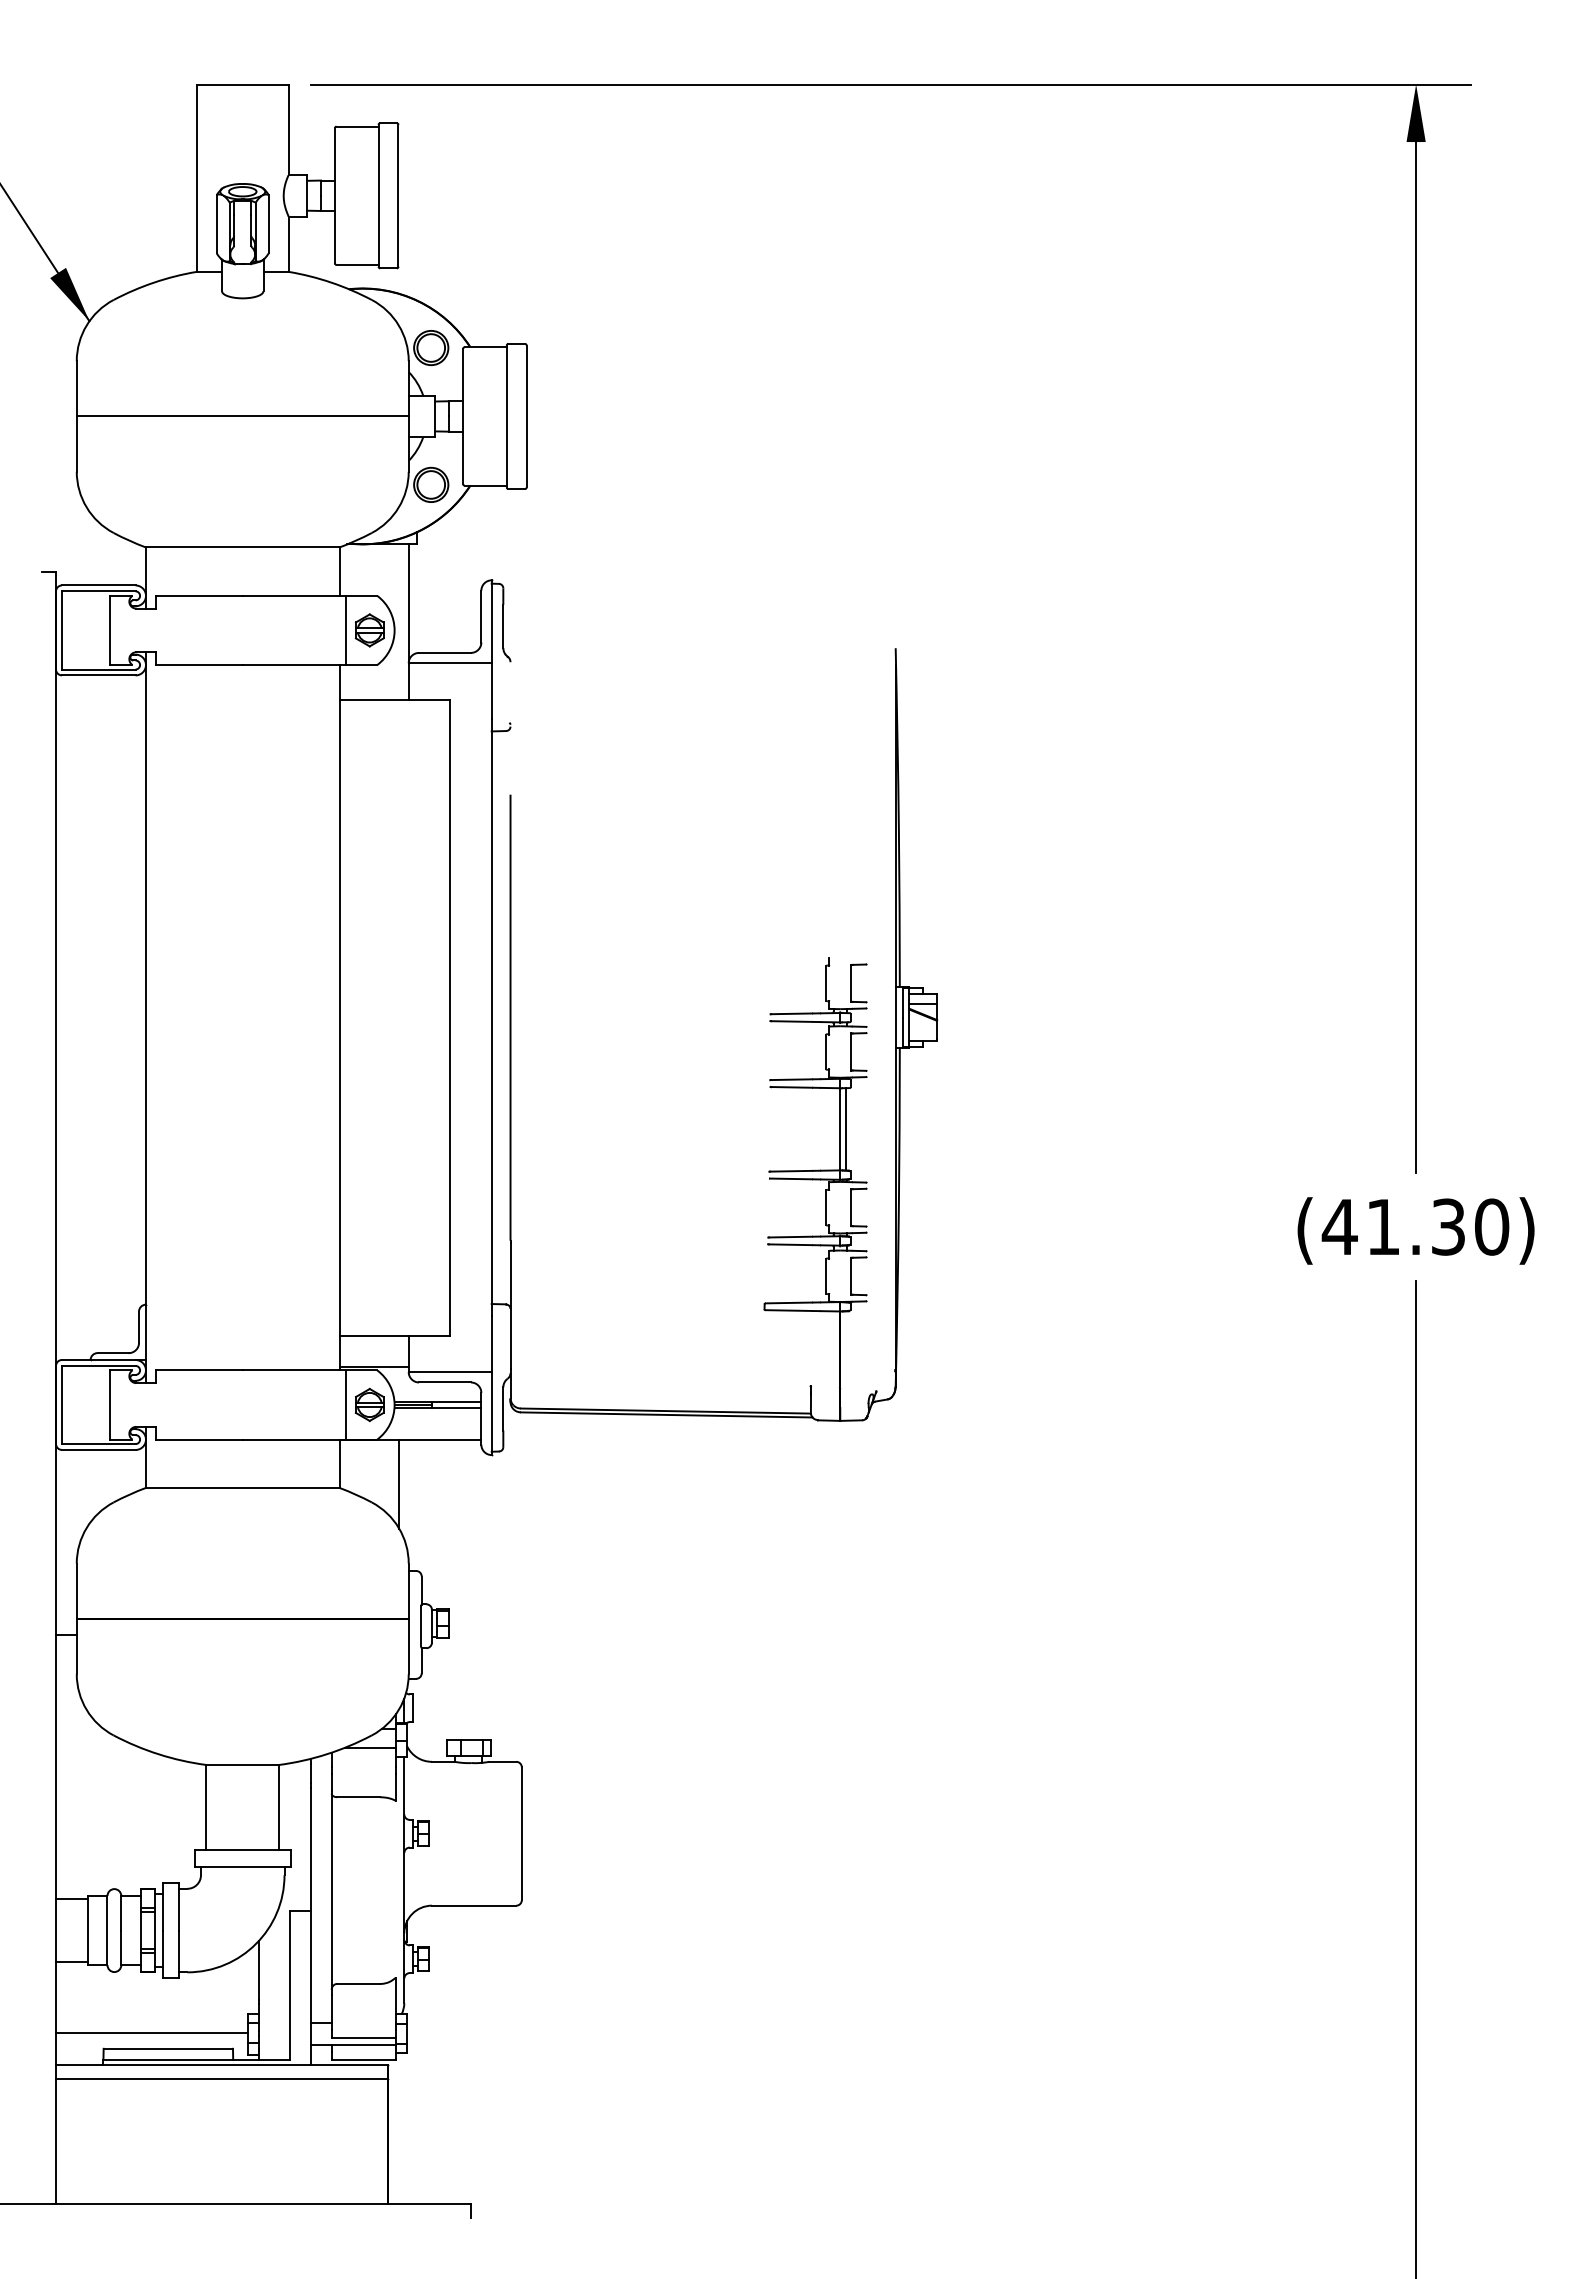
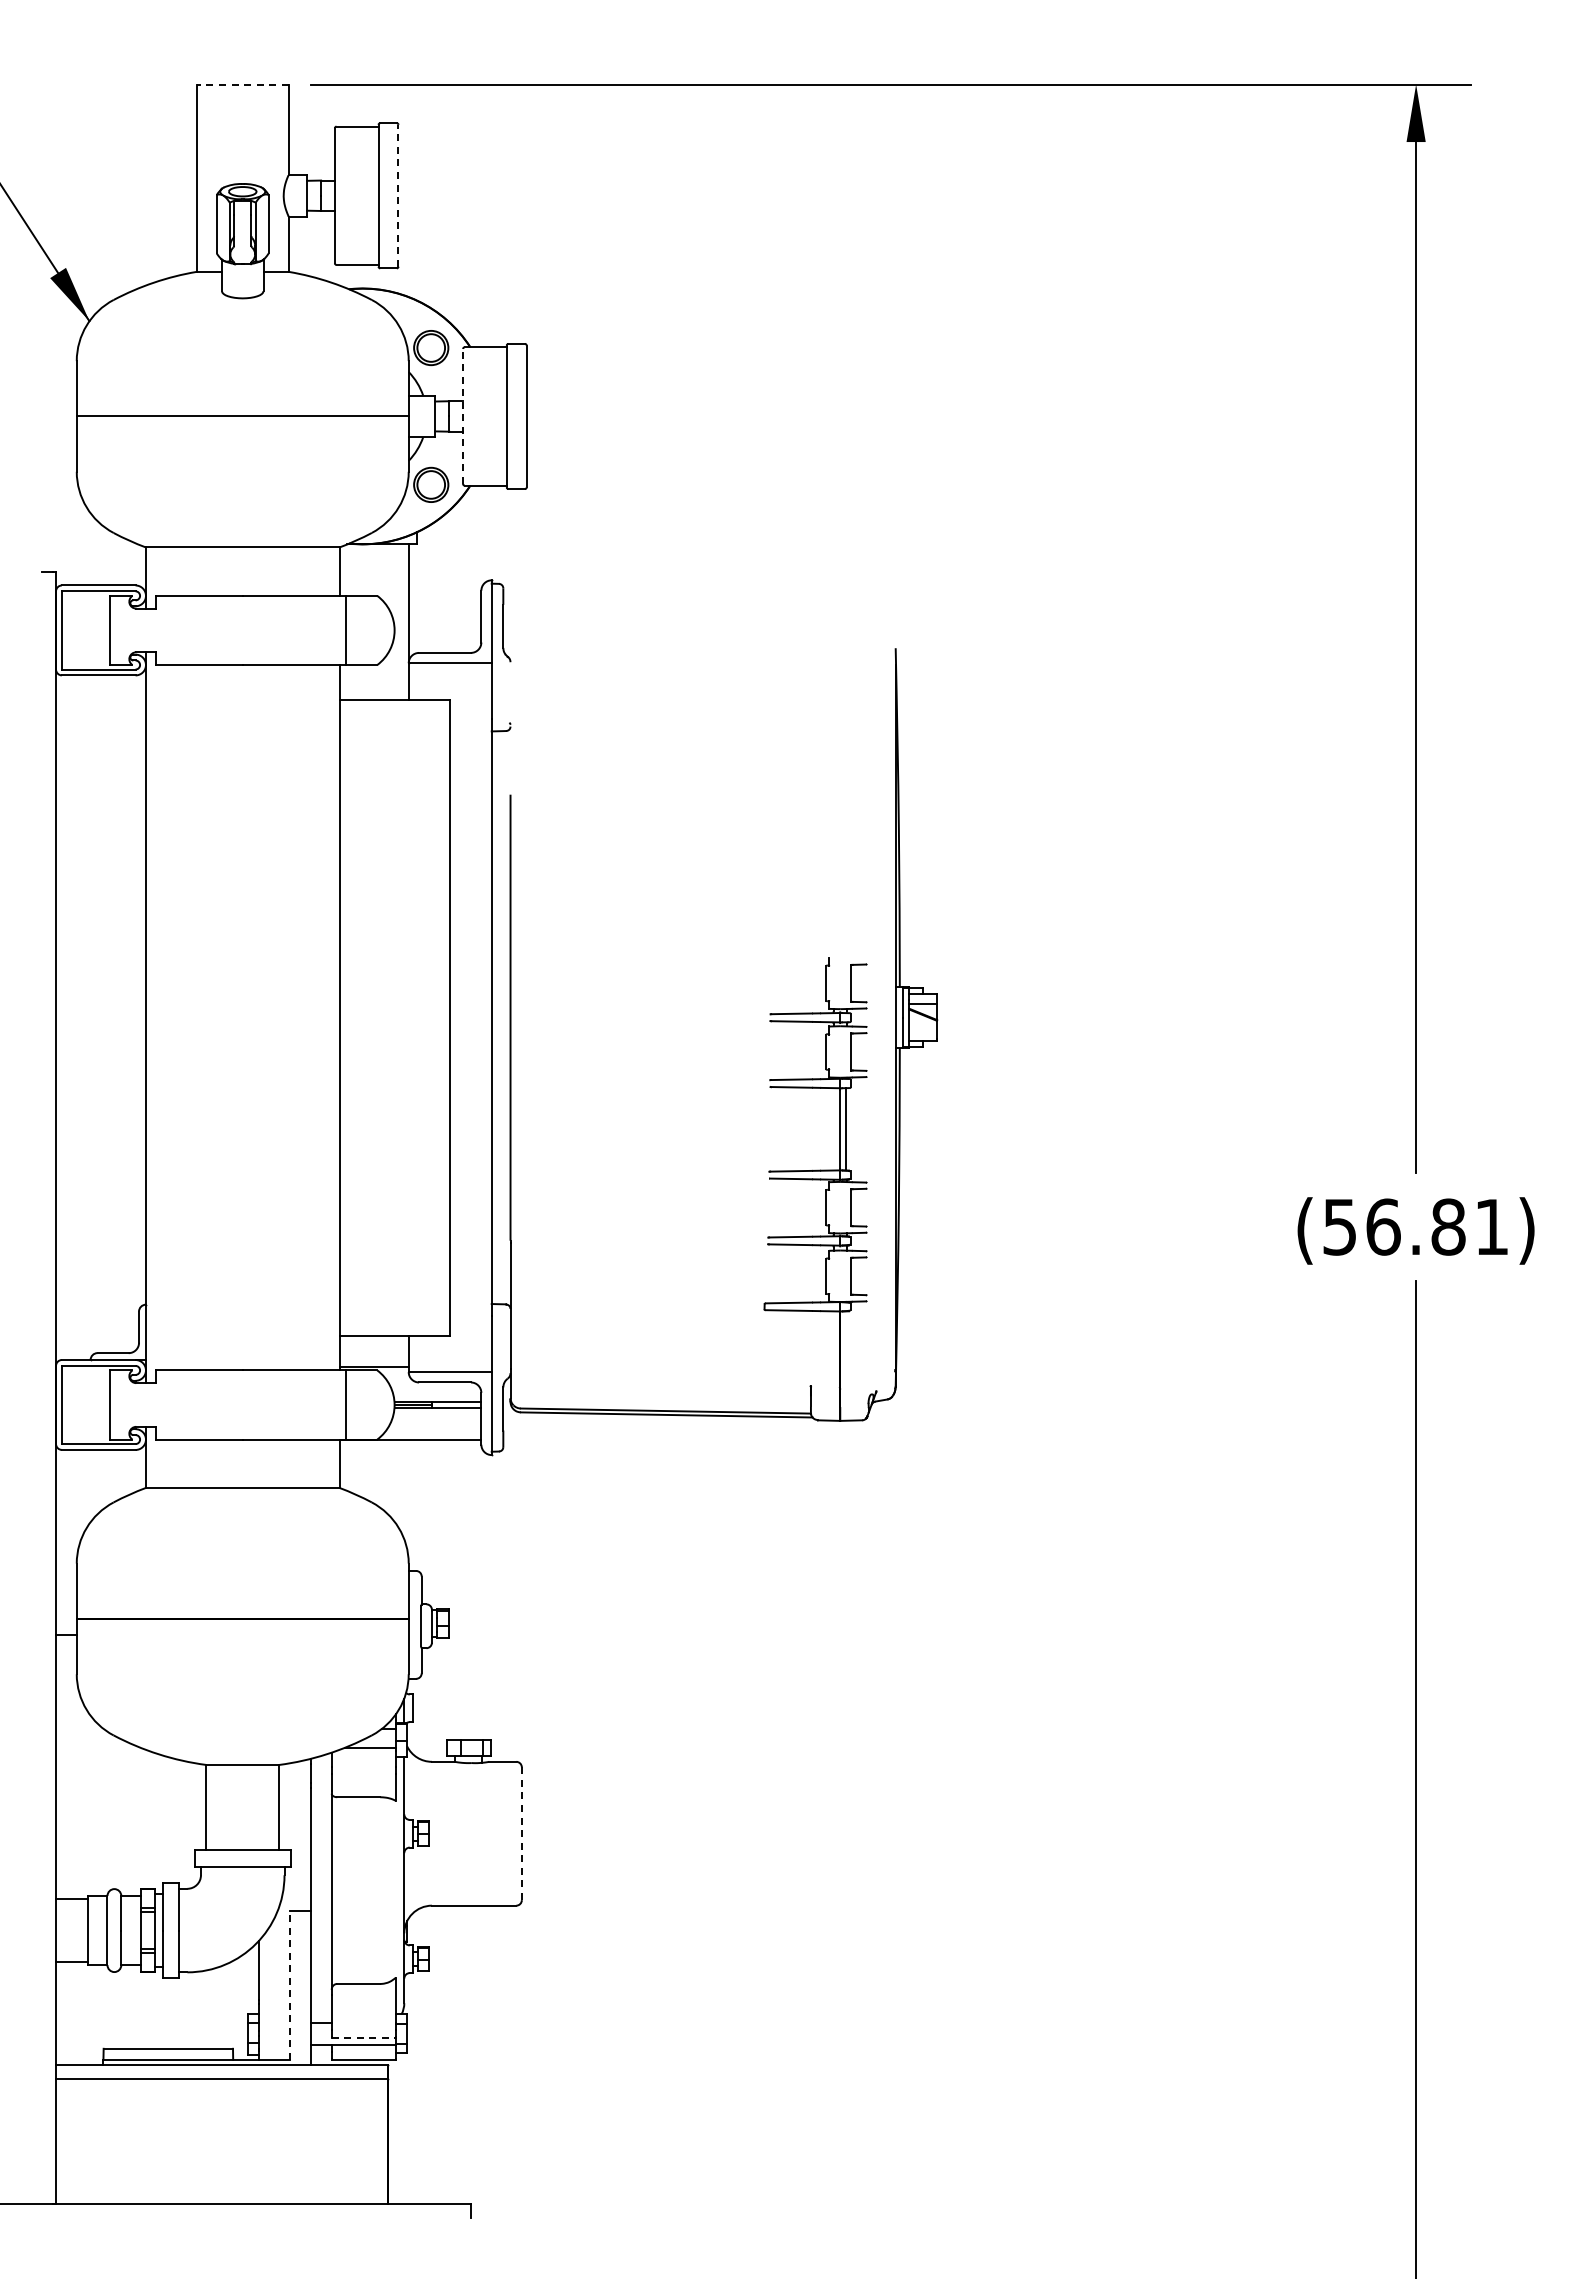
line at (242, 84): solid -> dashed
line at (398, 195): solid -> dashed
line at (463, 415): solid -> dashed
part at (369, 630): present -> none
text at (1415, 1226): (41.30) -> (56.81)
part at (369, 1404): present -> none
line at (399, 1483): present -> none
line at (521, 1834): solid -> dashed
line at (289, 1985): solid -> dashed
line at (152, 2032): present -> none
line at (364, 2037): solid -> dashed
